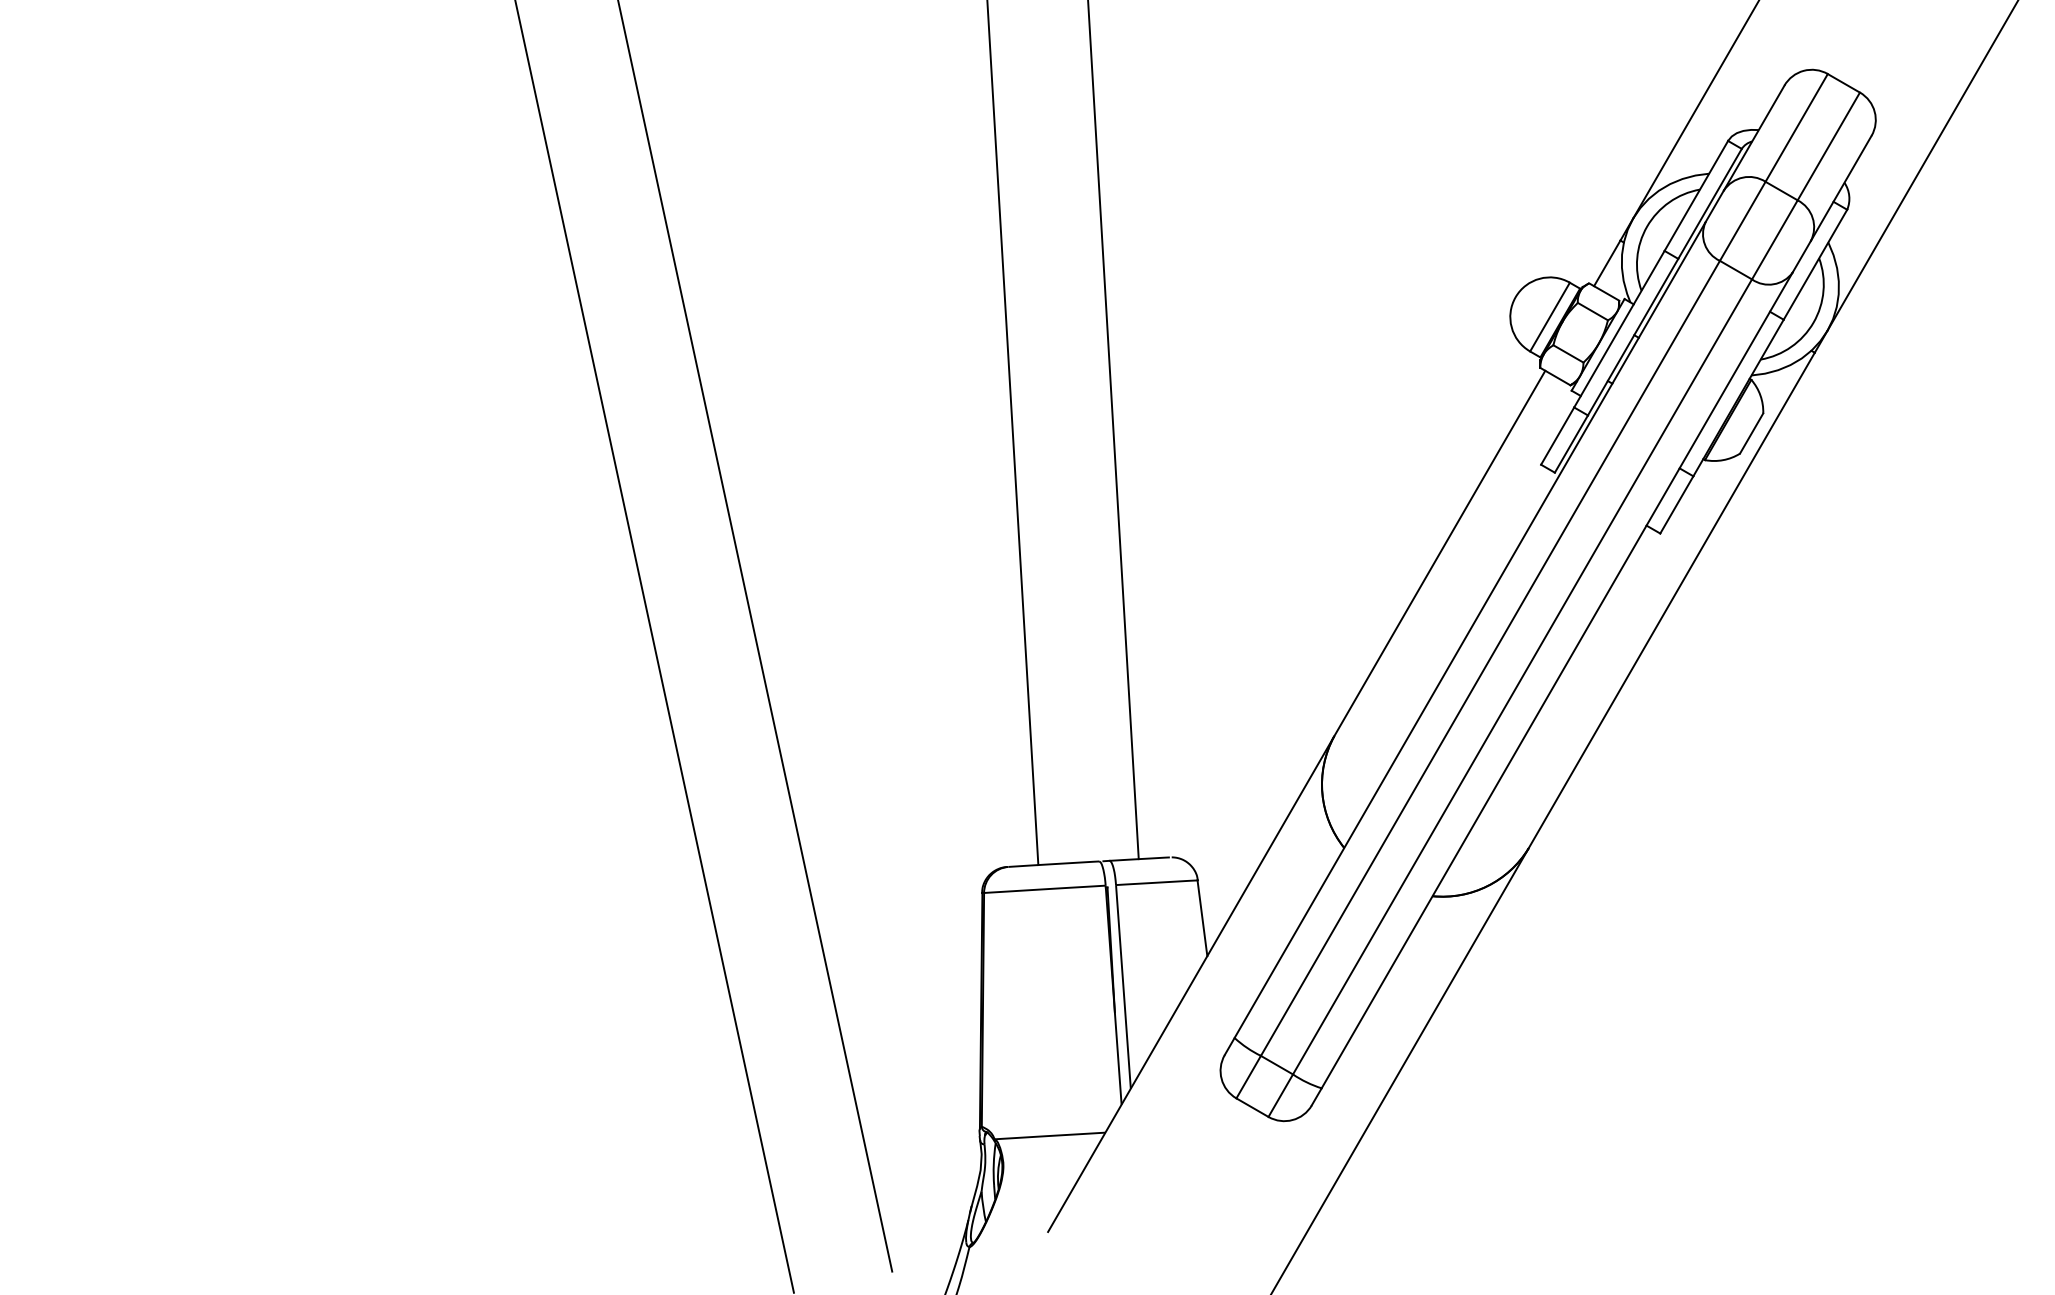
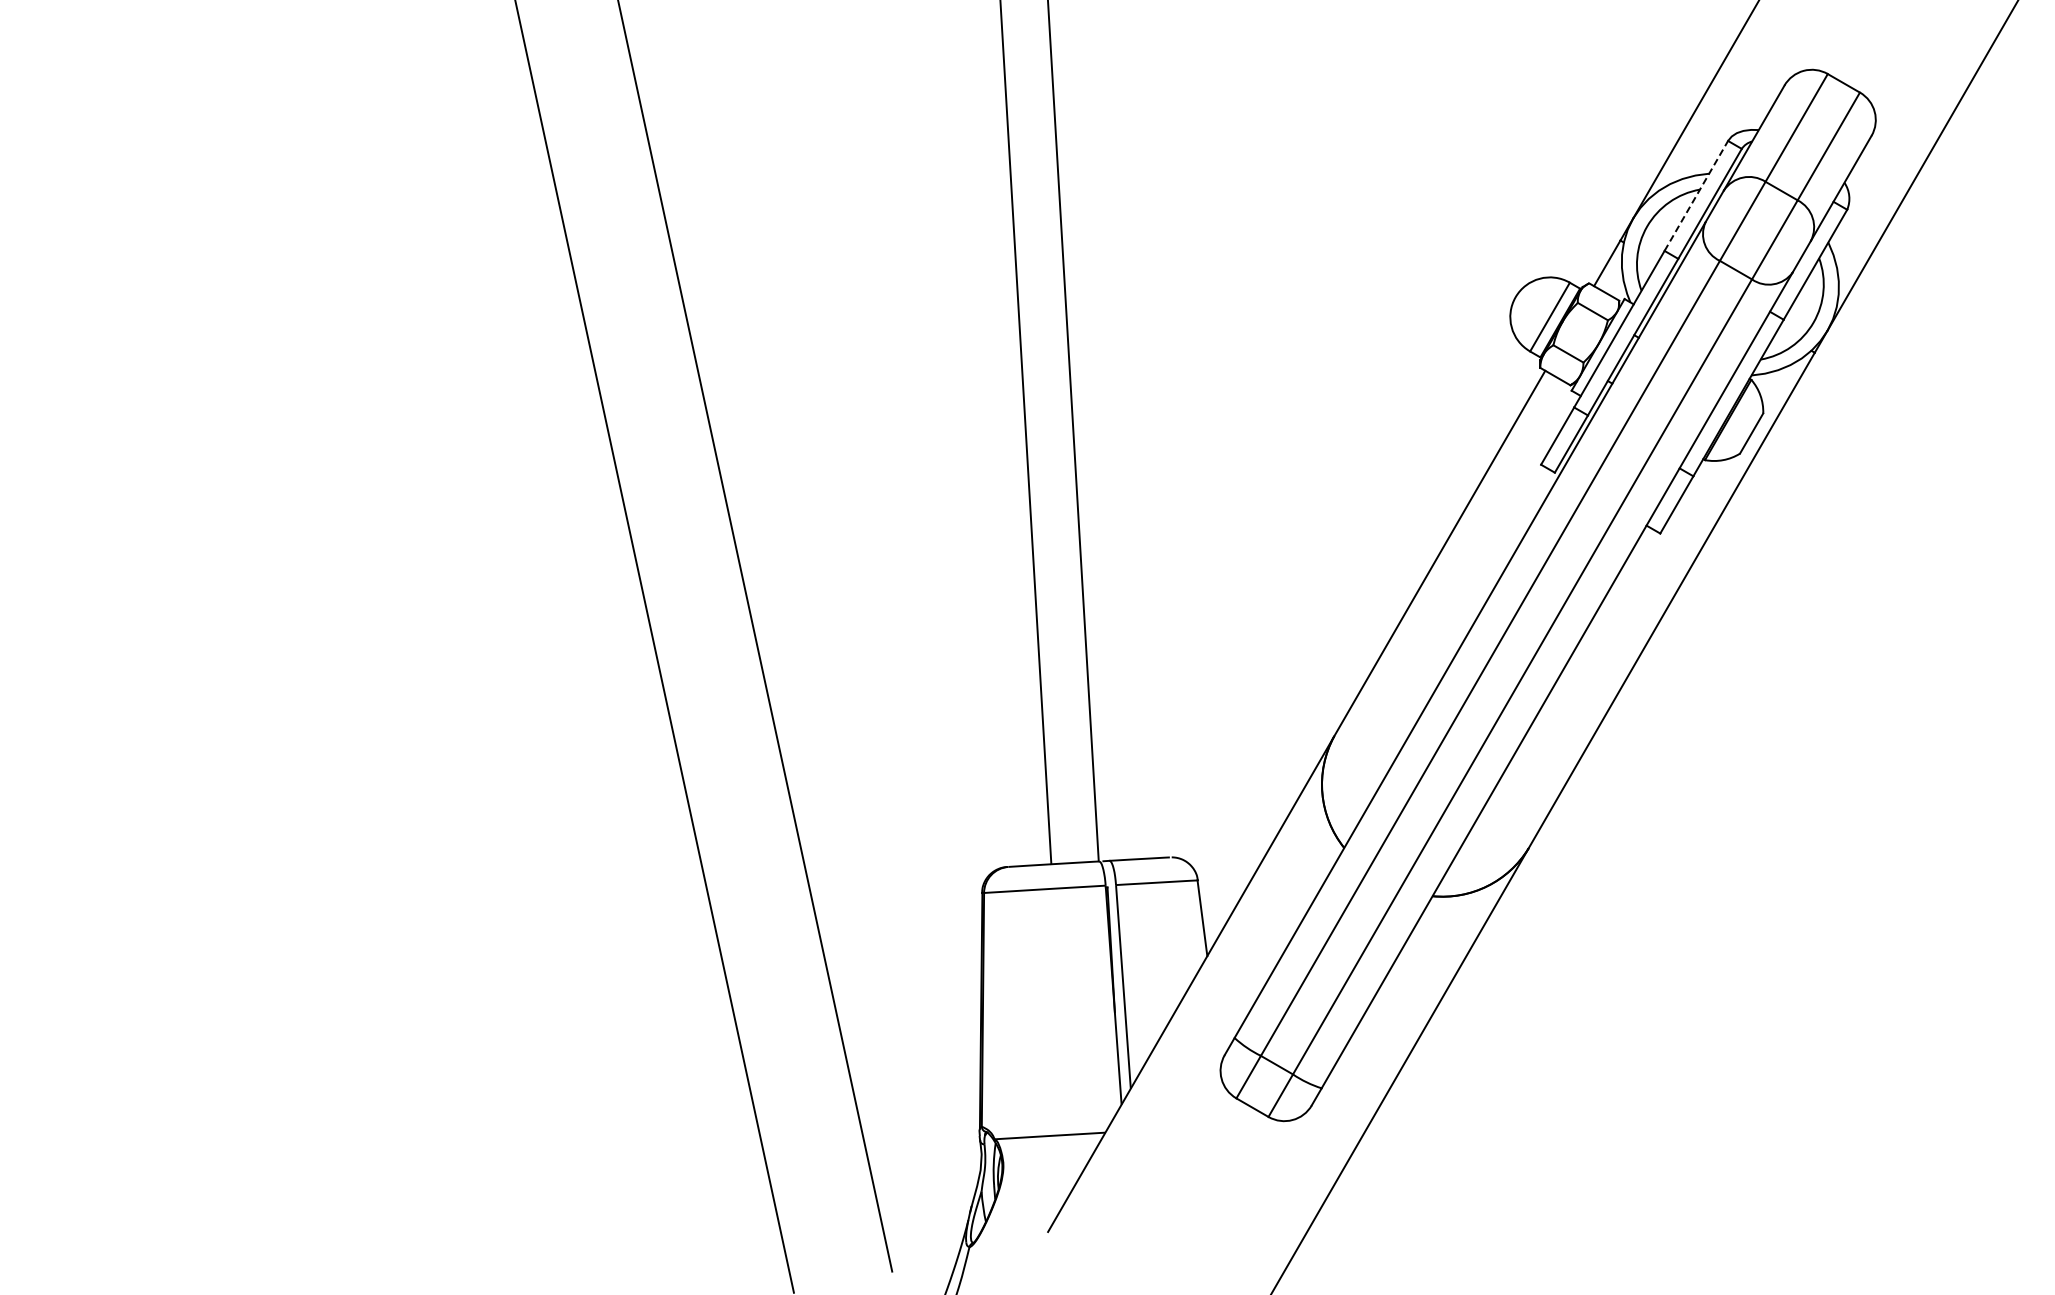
line at (1696, 195): solid -> dashed
line at (1113, 430) position: (1113, 430) -> (1073, 431)
line at (1012, 433) position: (1012, 433) -> (1025, 433)
